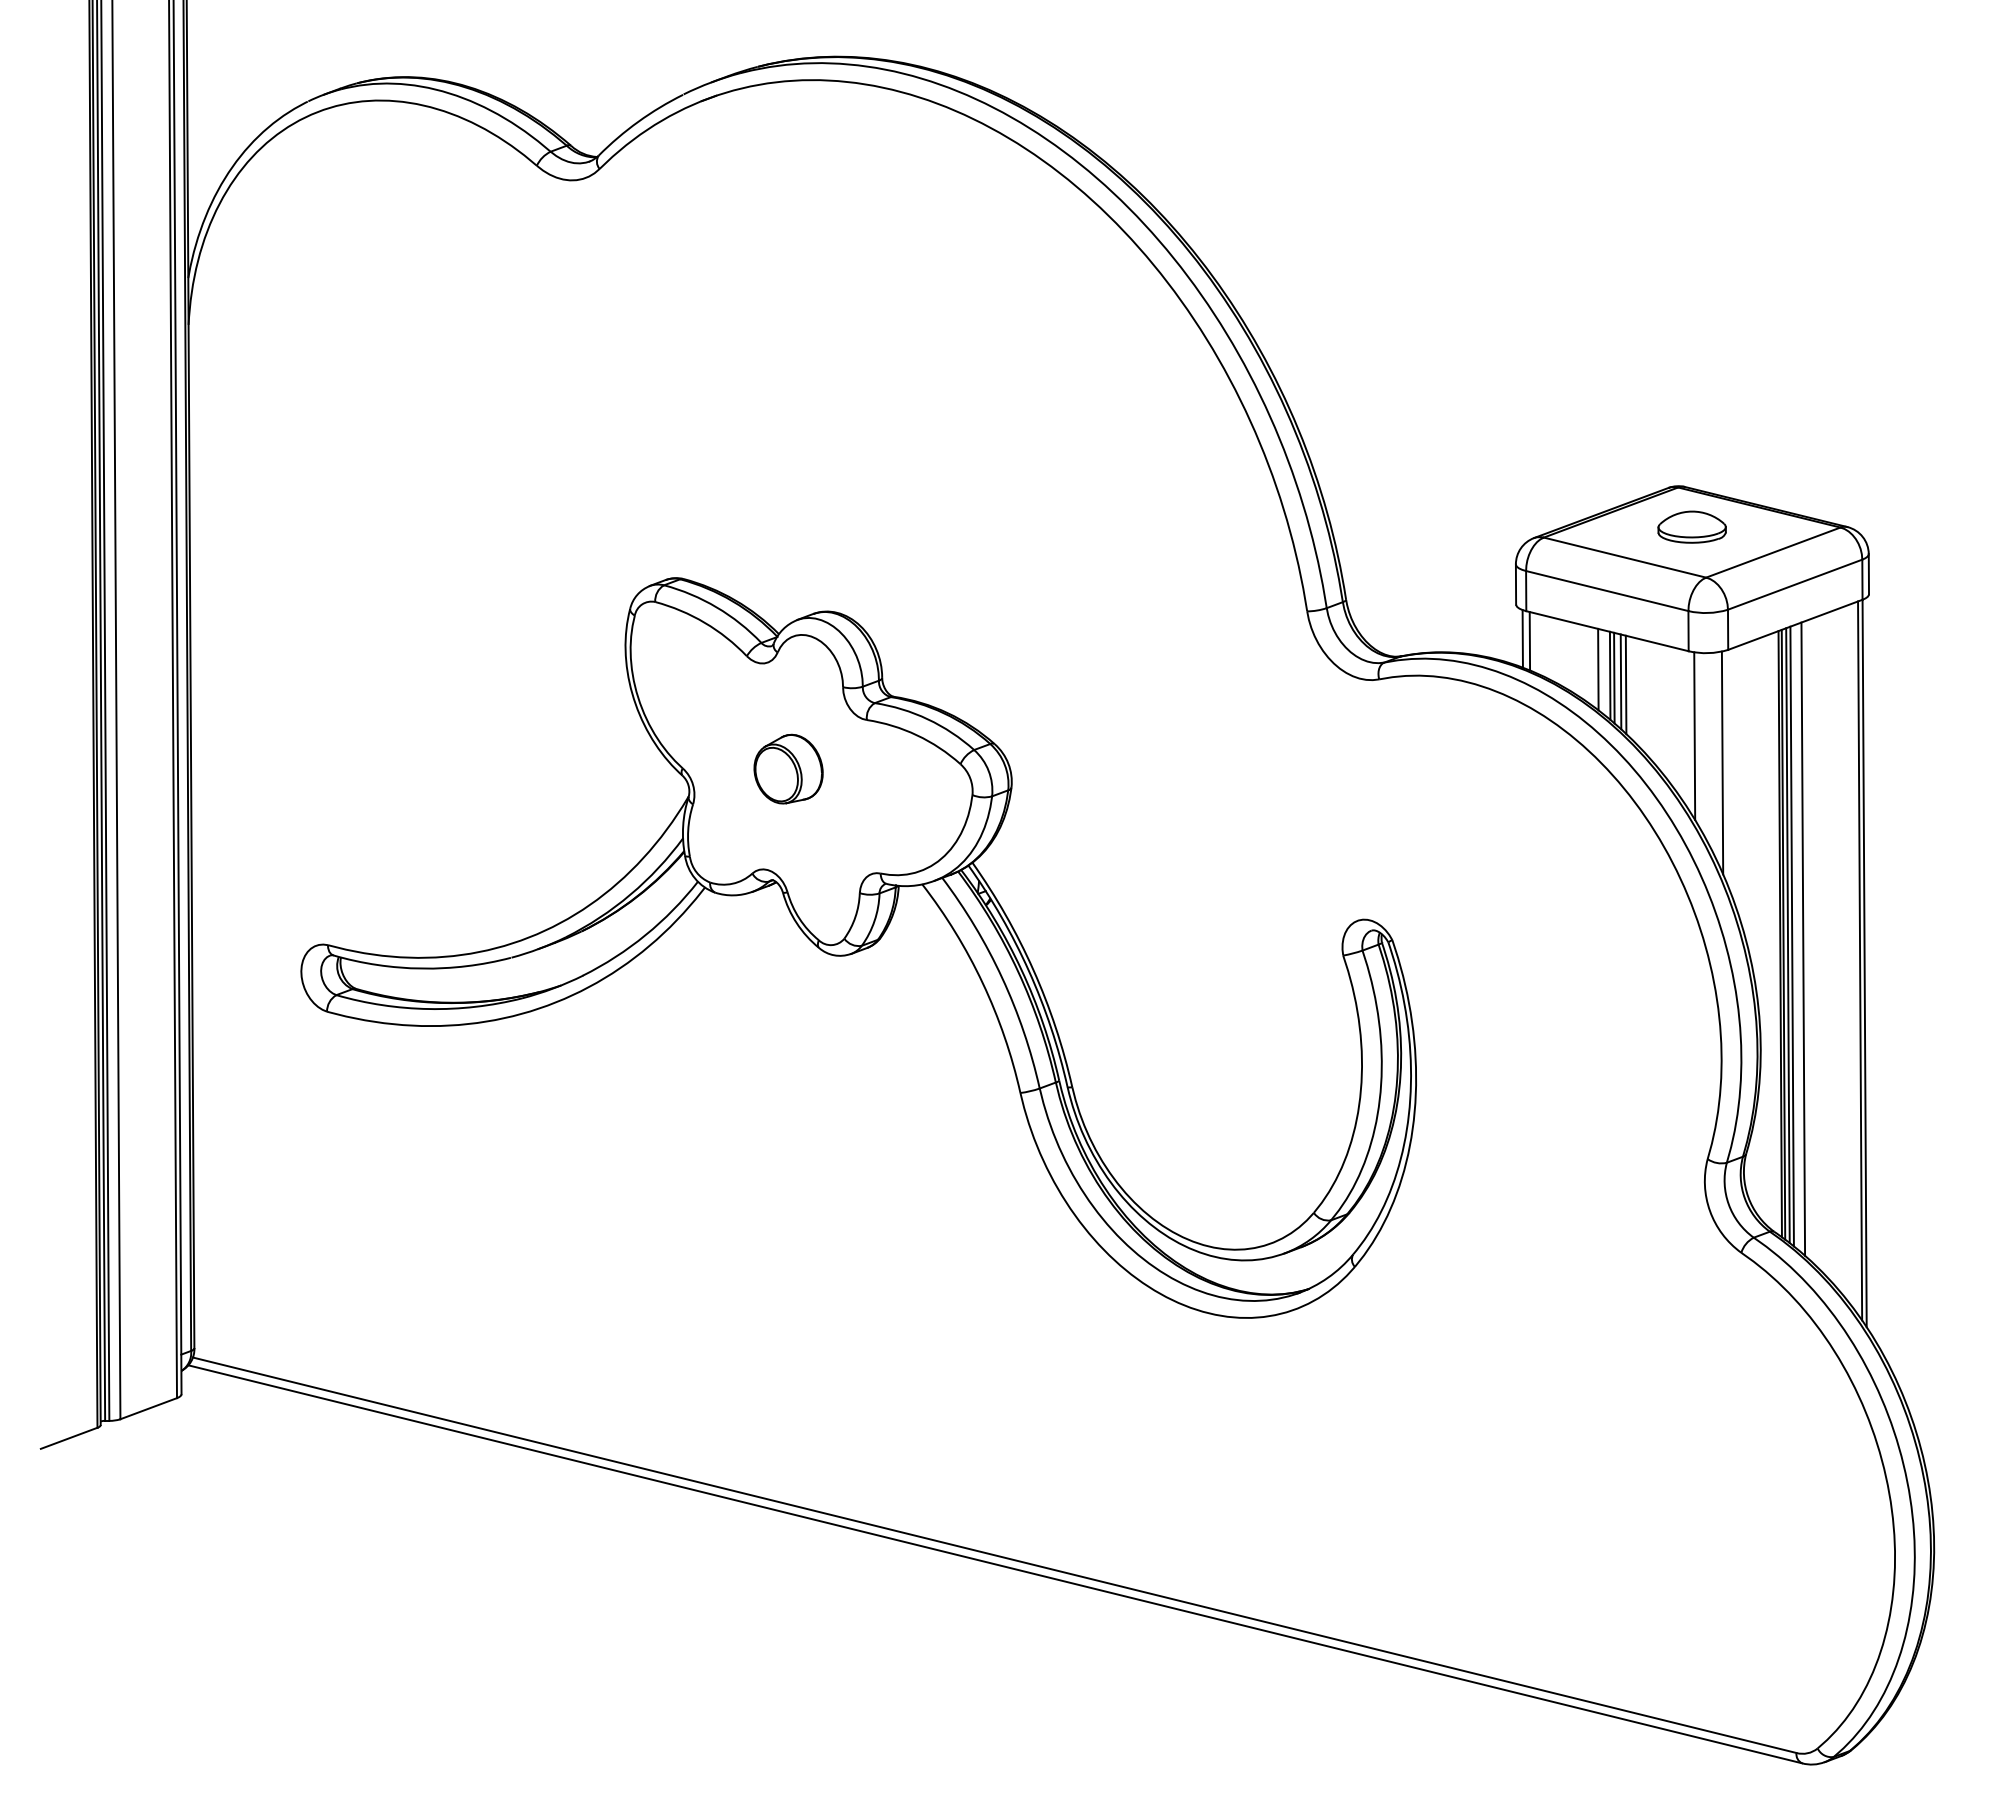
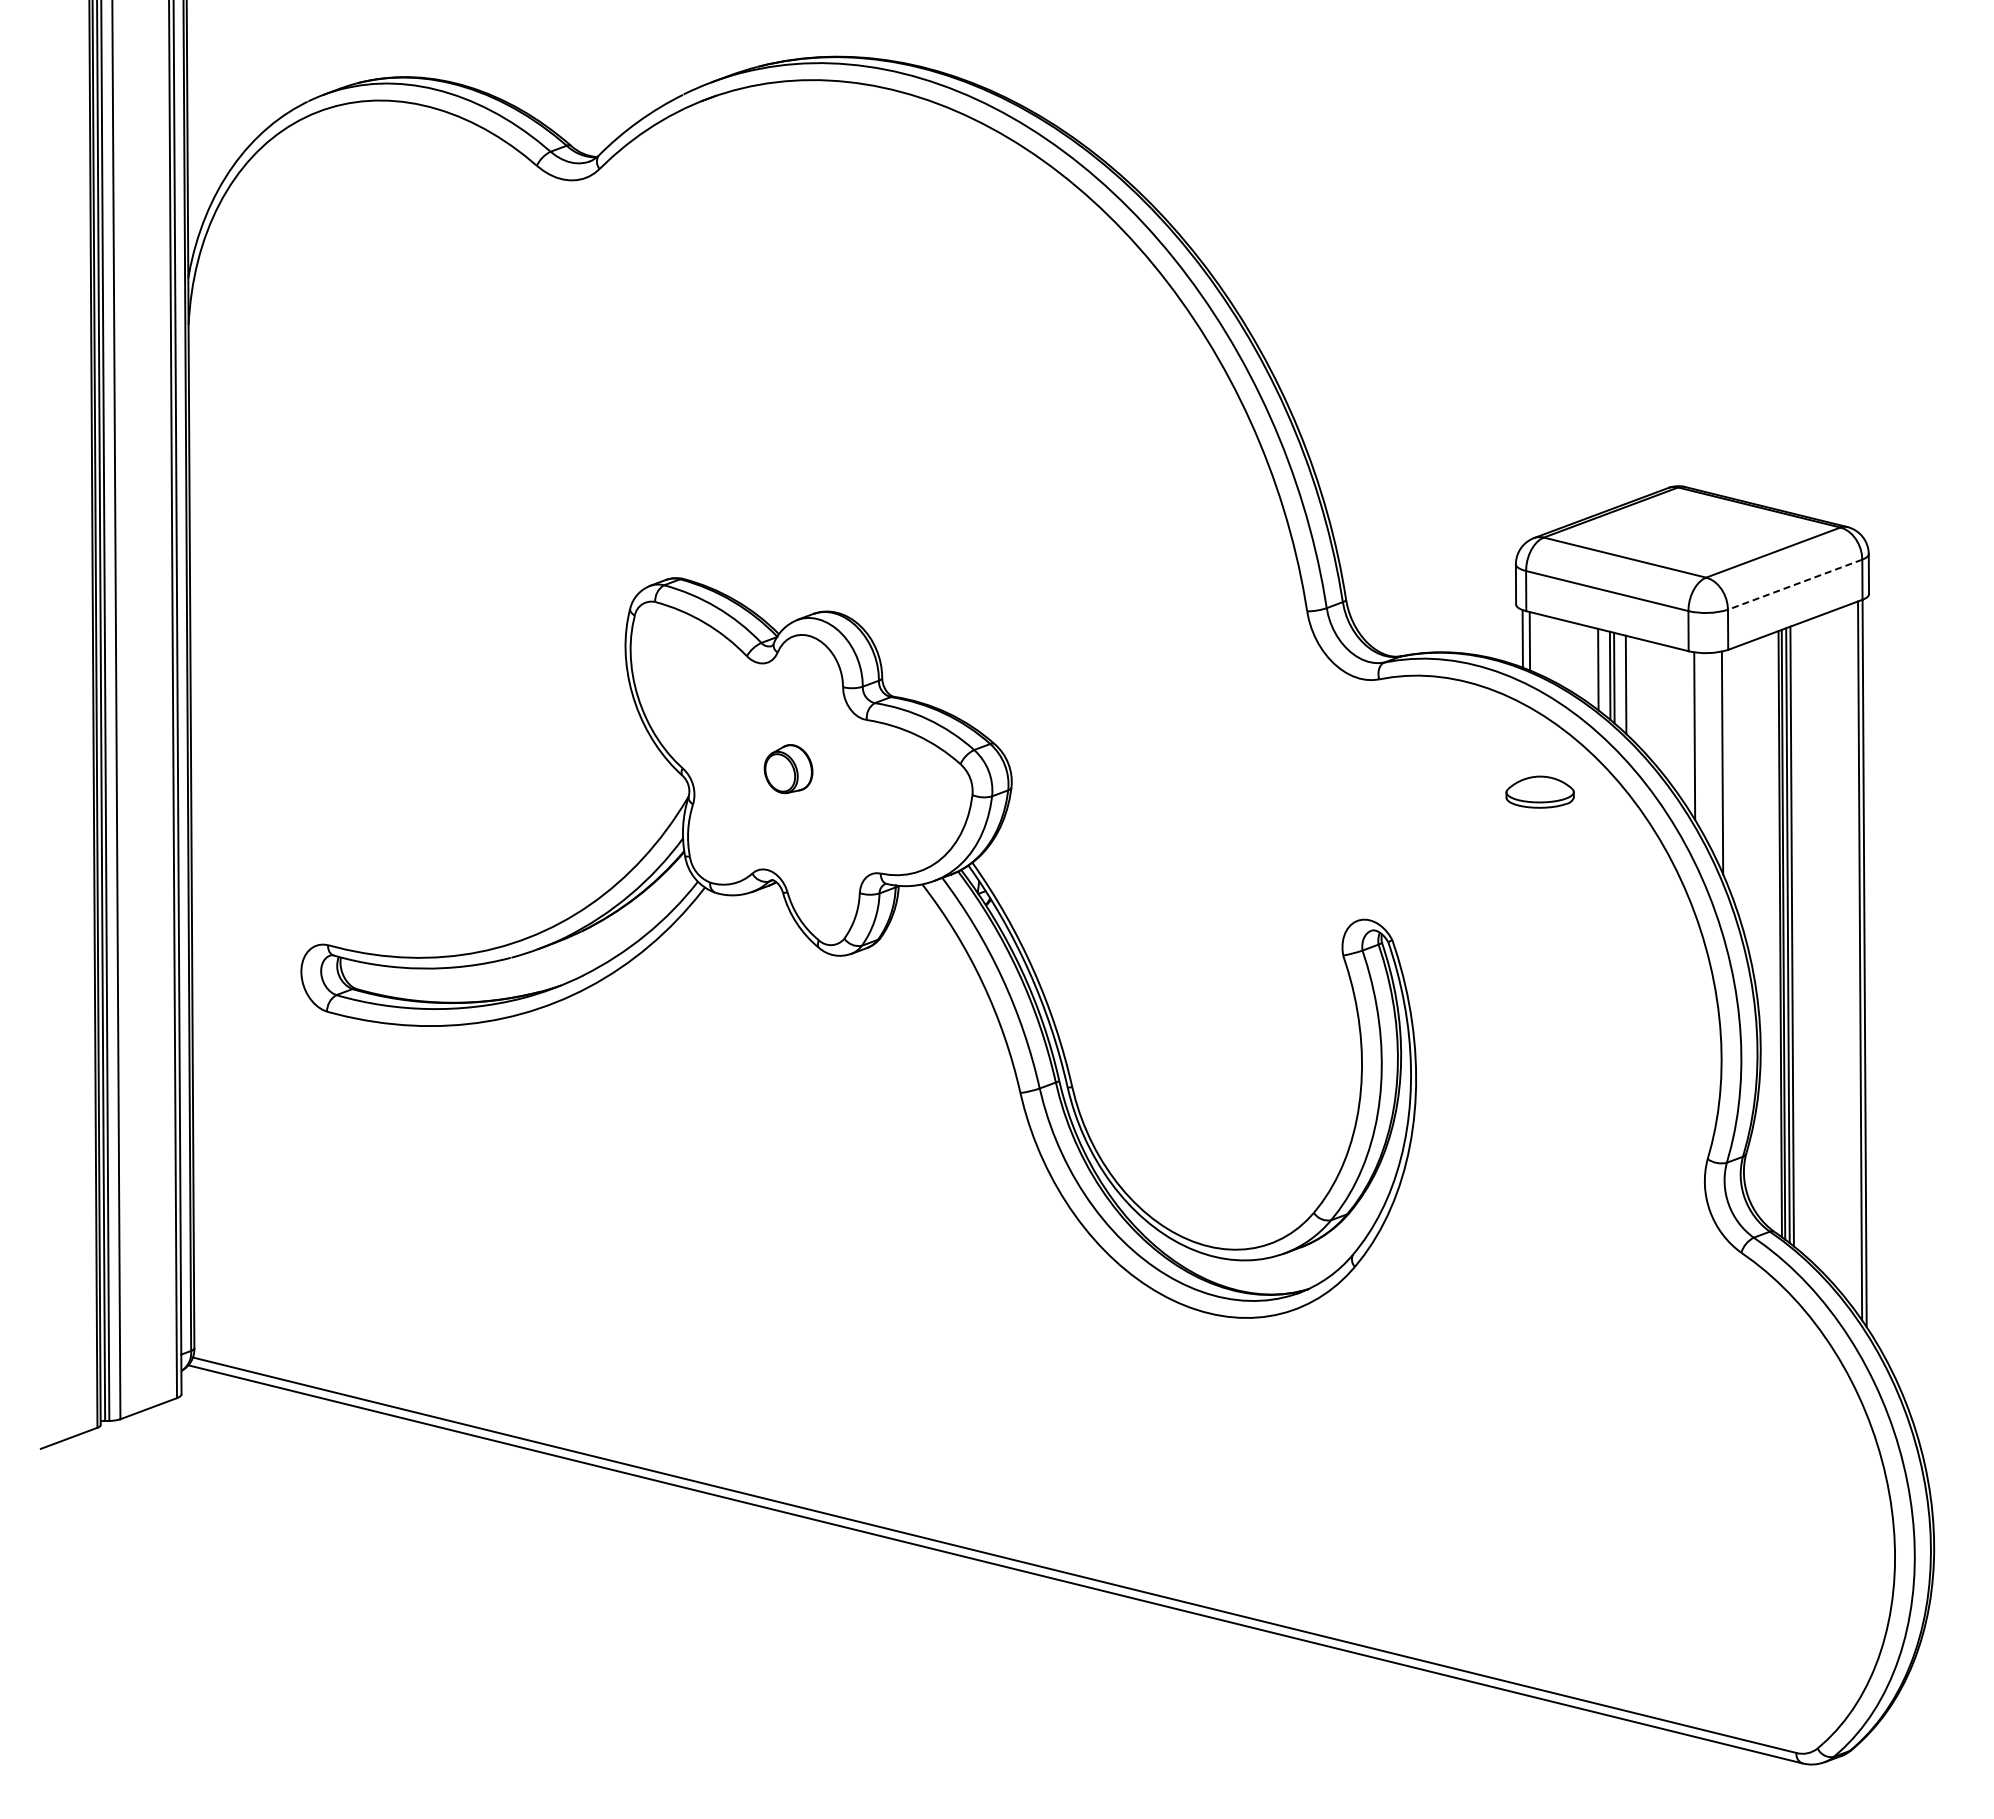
part at (1691, 526) position: (1691, 526) -> (1539, 791)
line at (1795, 584): solid -> dashed
line at (1620, 681): present -> none
part at (788, 768) size: 71x72 px -> 51x51 px
line at (1803, 938): present -> none
